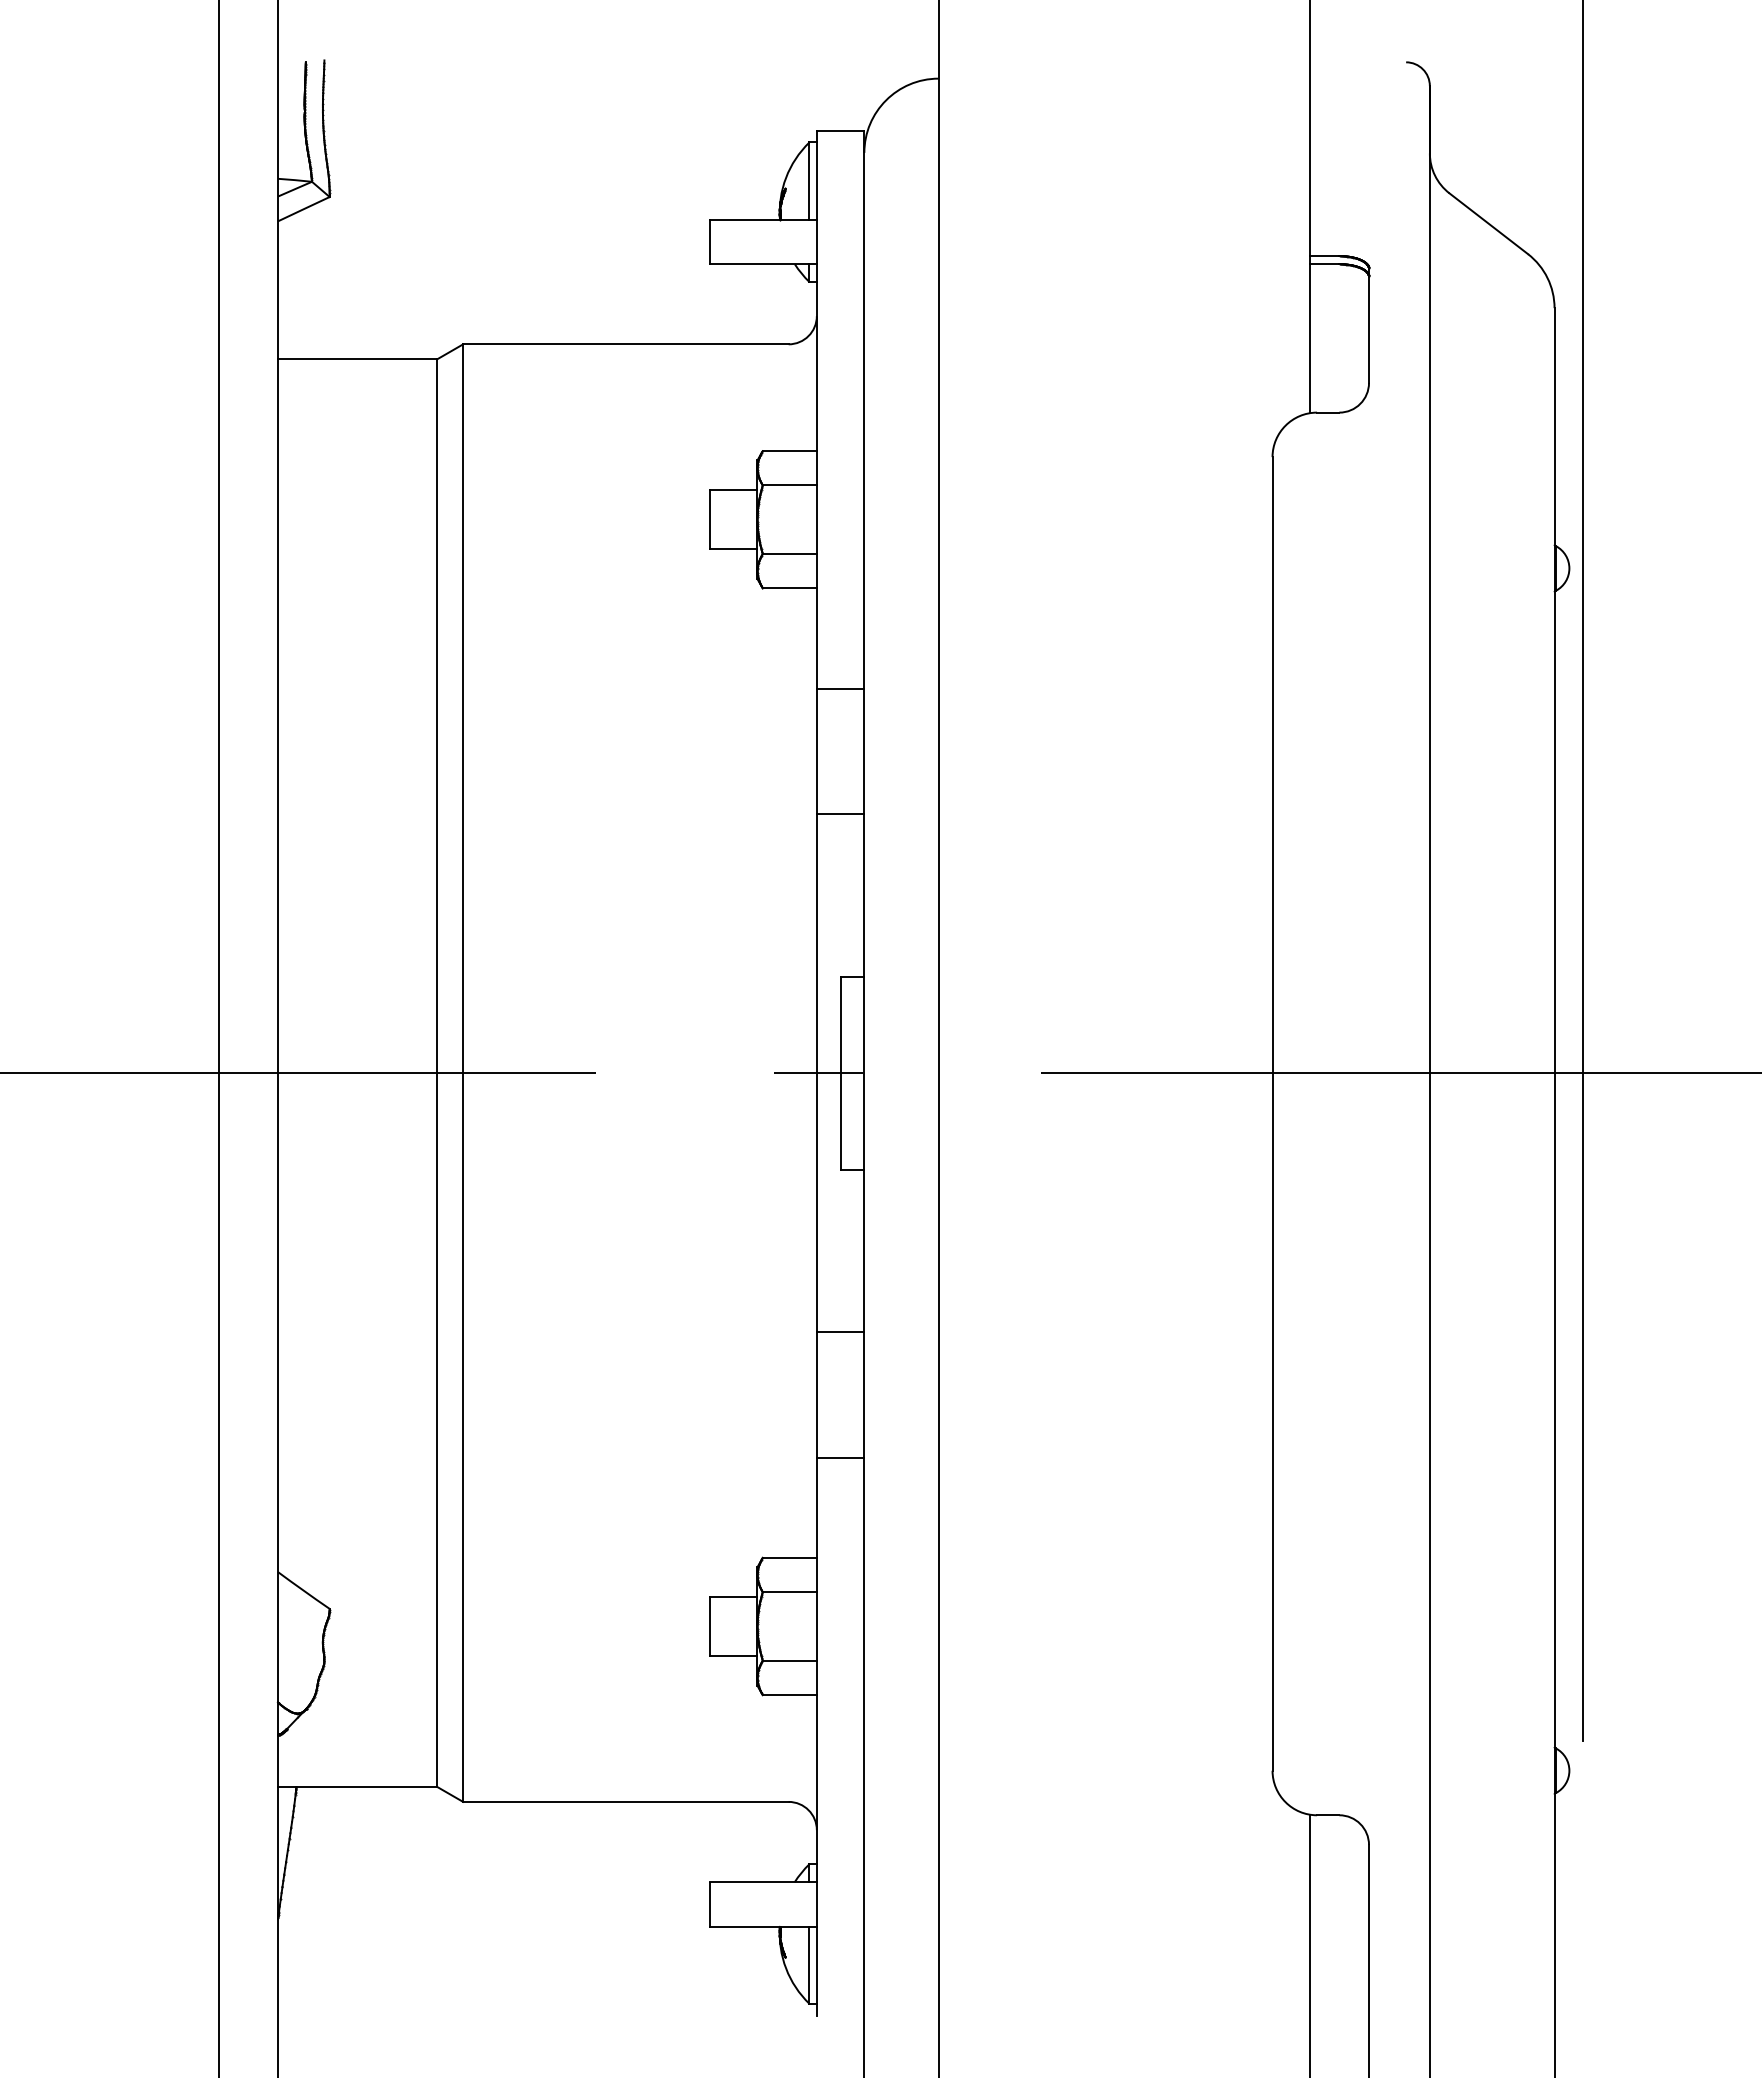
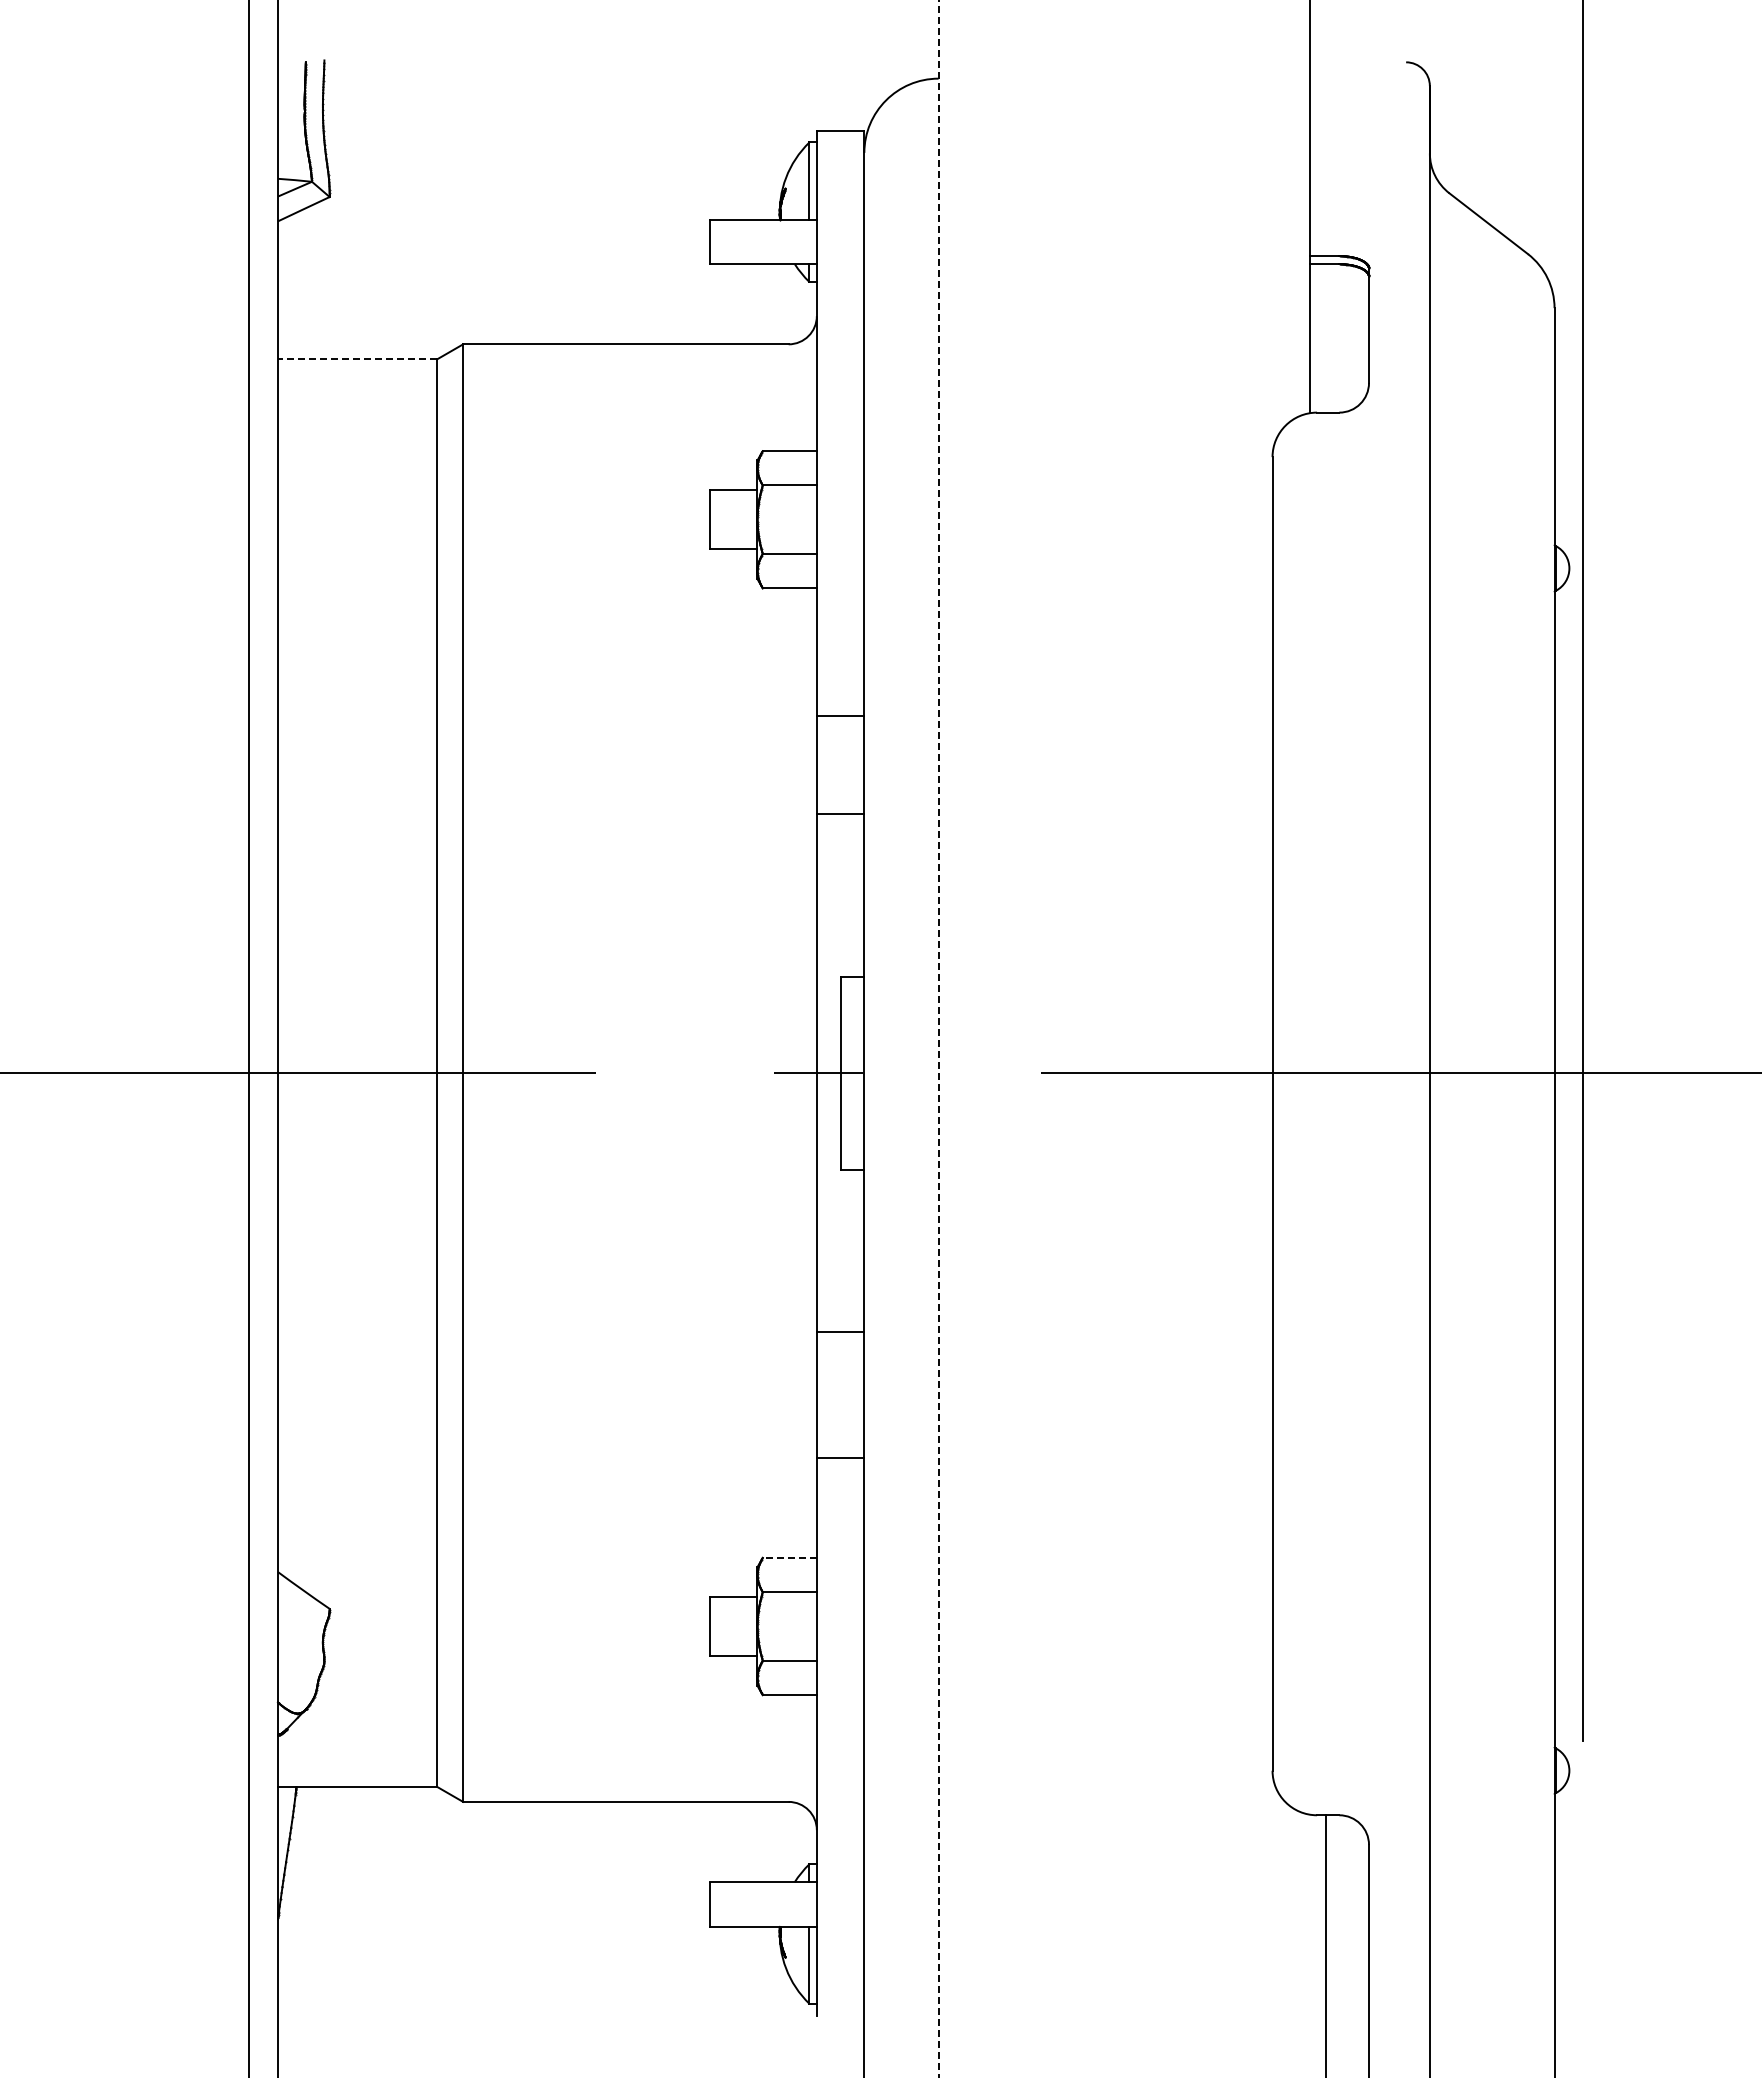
line at (357, 359): solid -> dashed
line at (840, 688) position: (840, 688) -> (840, 715)
line at (218, 1038) position: (218, 1038) -> (248, 1038)
line at (938, 1038): solid -> dashed
line at (789, 1557): solid -> dashed
line at (1309, 1944) position: (1309, 1944) -> (1325, 1944)
